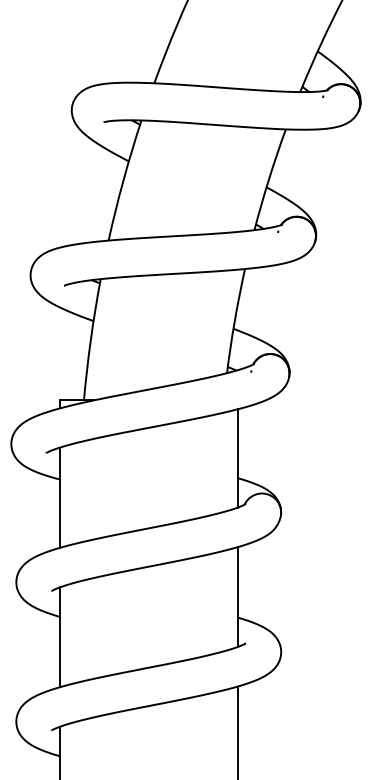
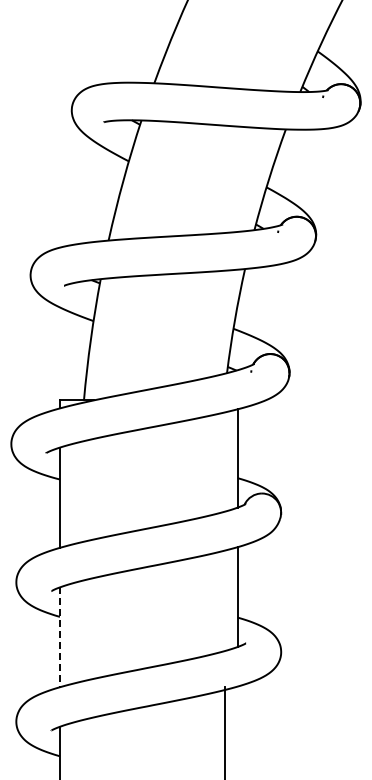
line at (59, 637): solid -> dashed
line at (237, 731) position: (237, 731) -> (224, 731)
